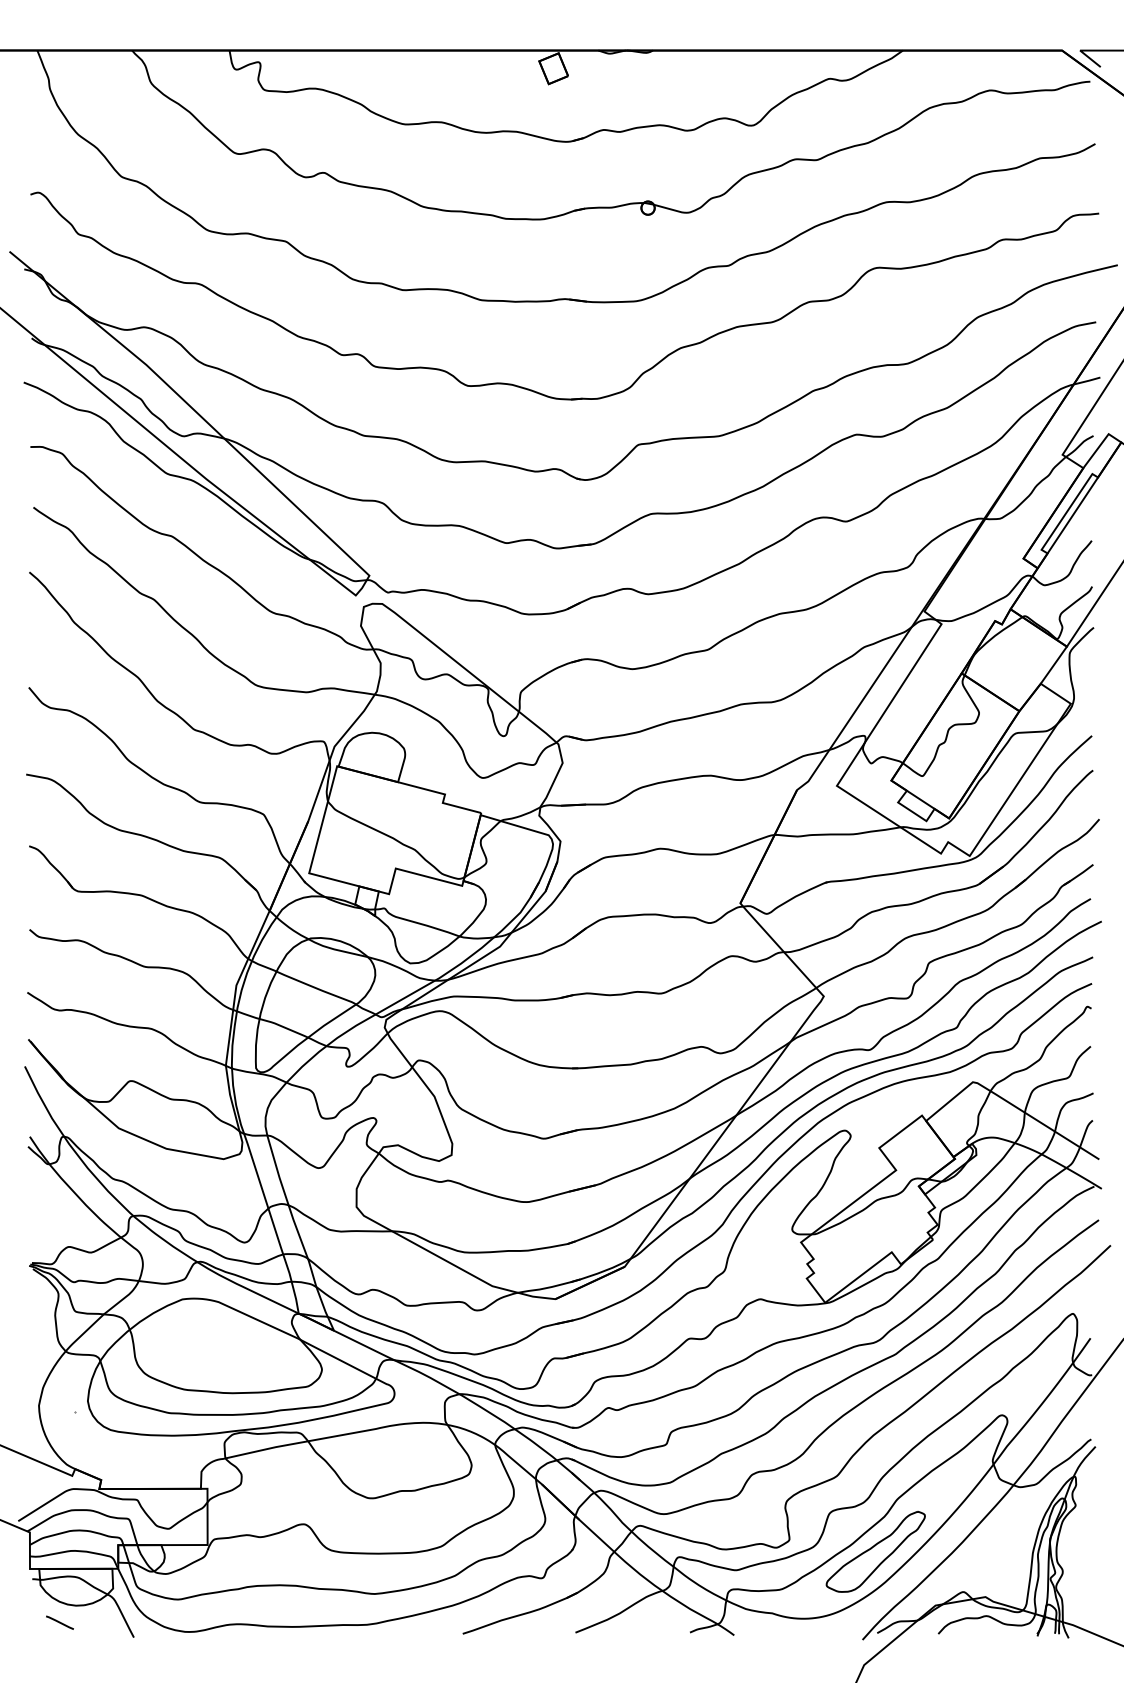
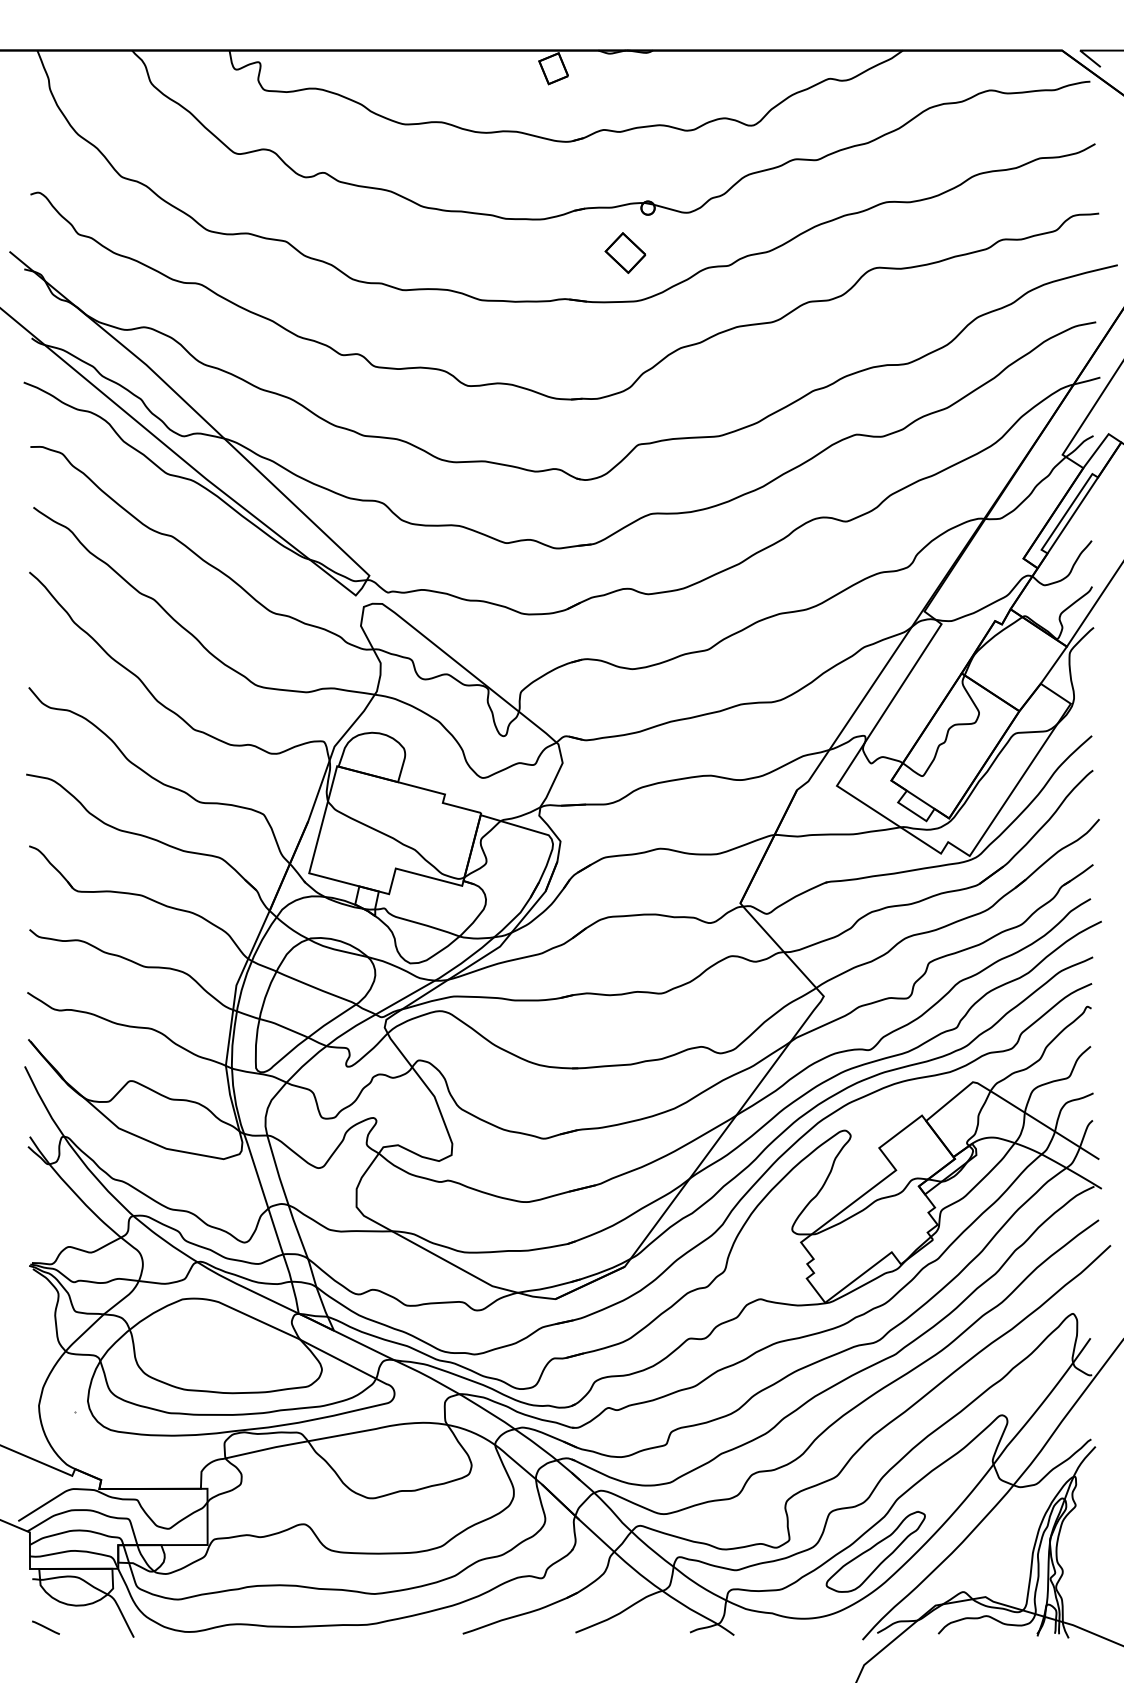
part at (625, 252): none -> present
line at (59, 1622) position: (59, 1622) -> (45, 1627)
